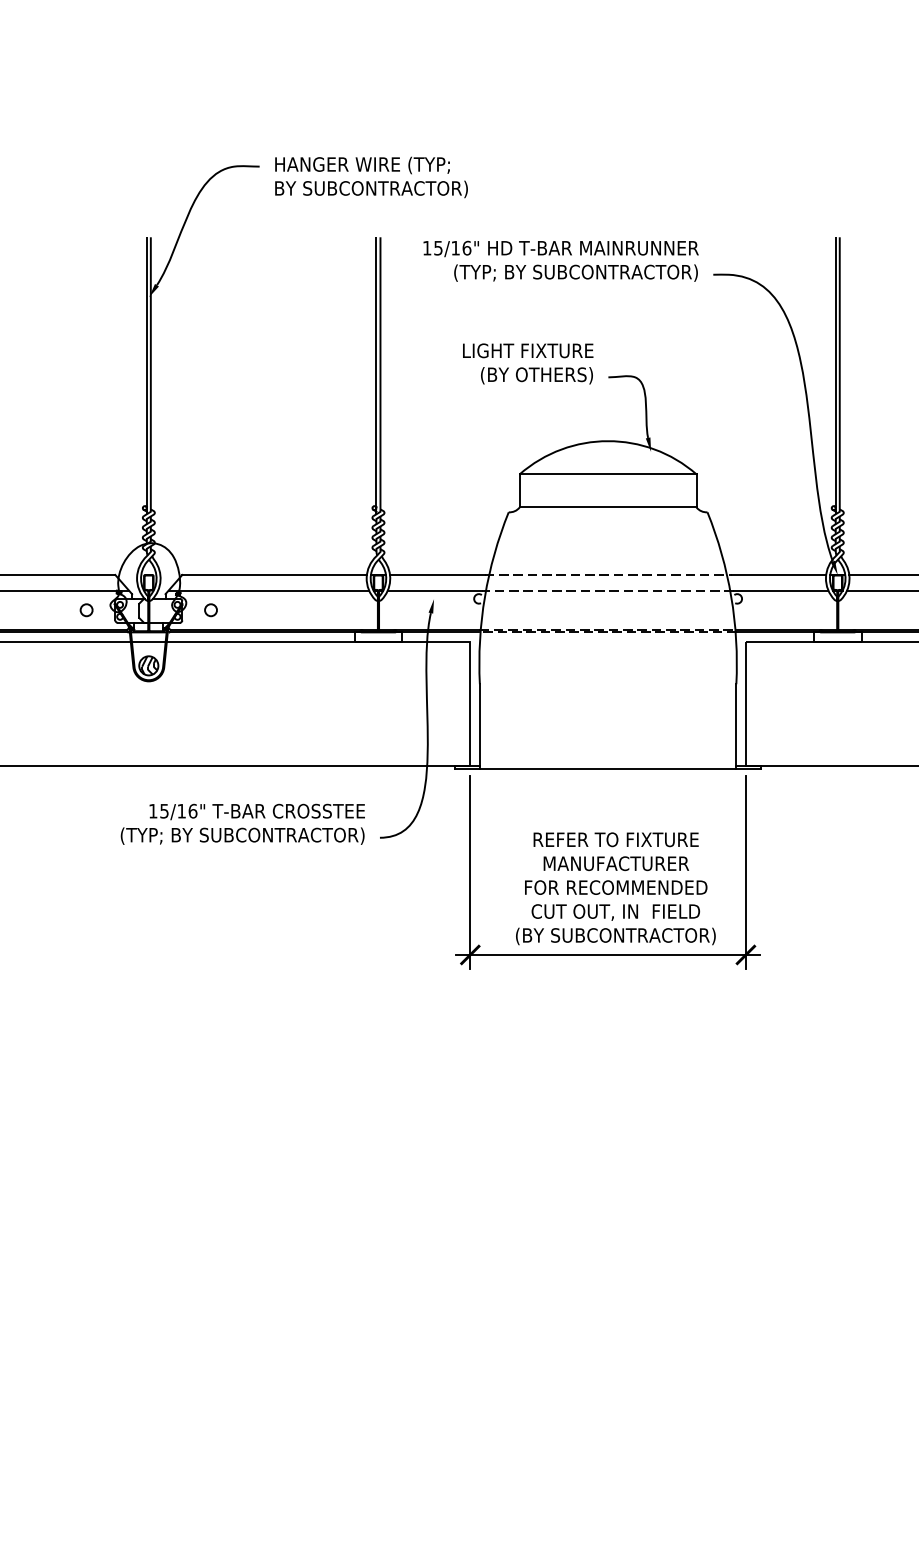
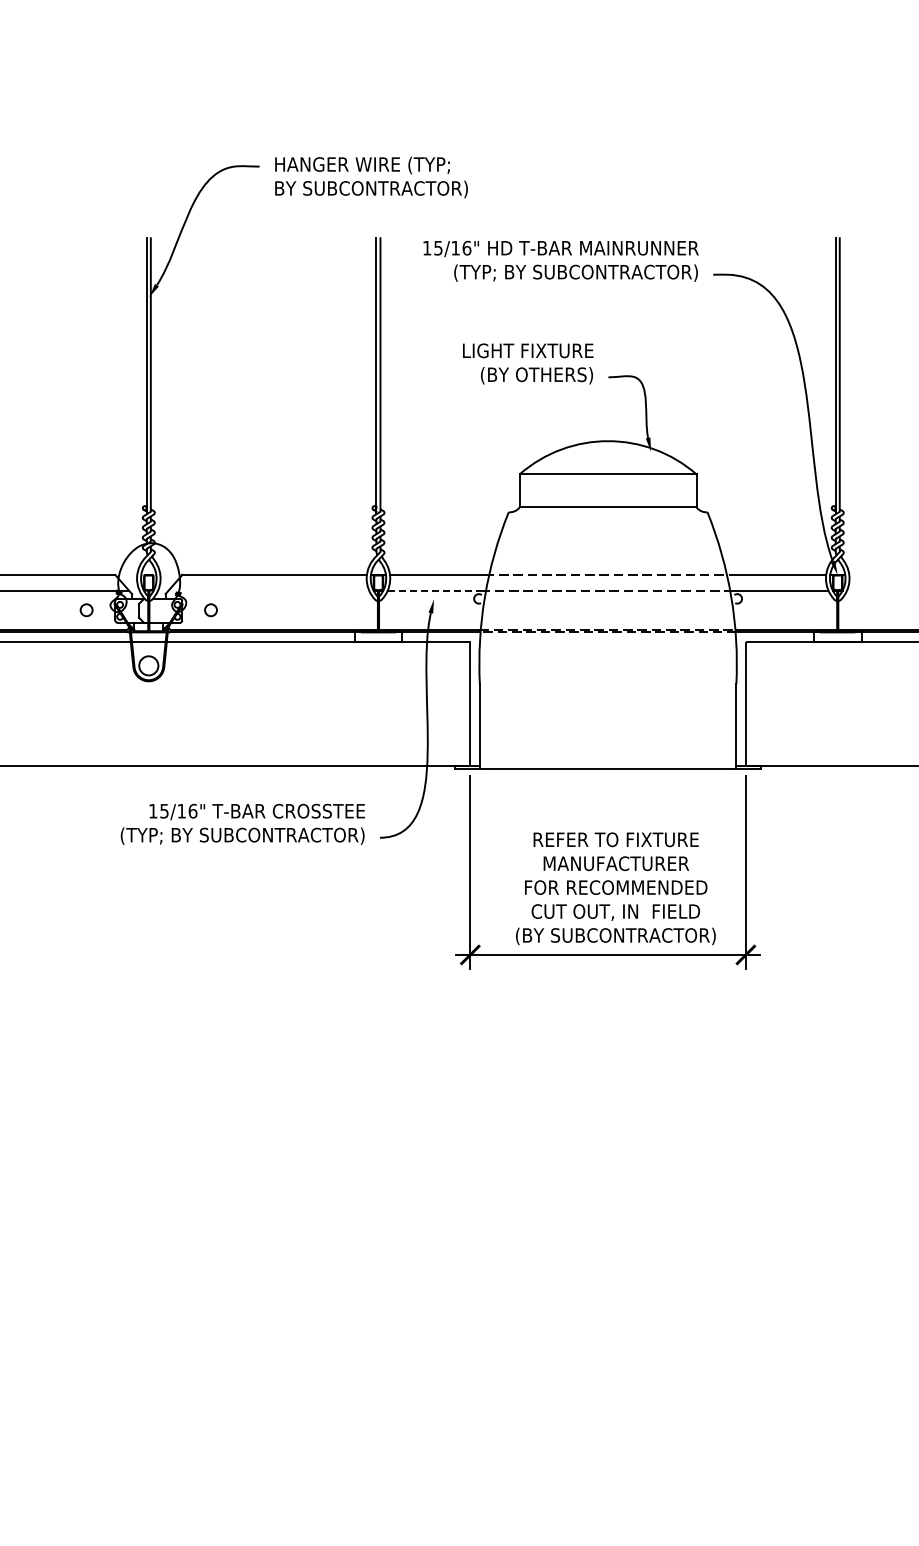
line at (882, 574): present -> none
line at (268, 590): present -> none
line at (435, 590): solid -> dashed
line at (881, 590): present -> none
hatch at (149, 665): present -> none
